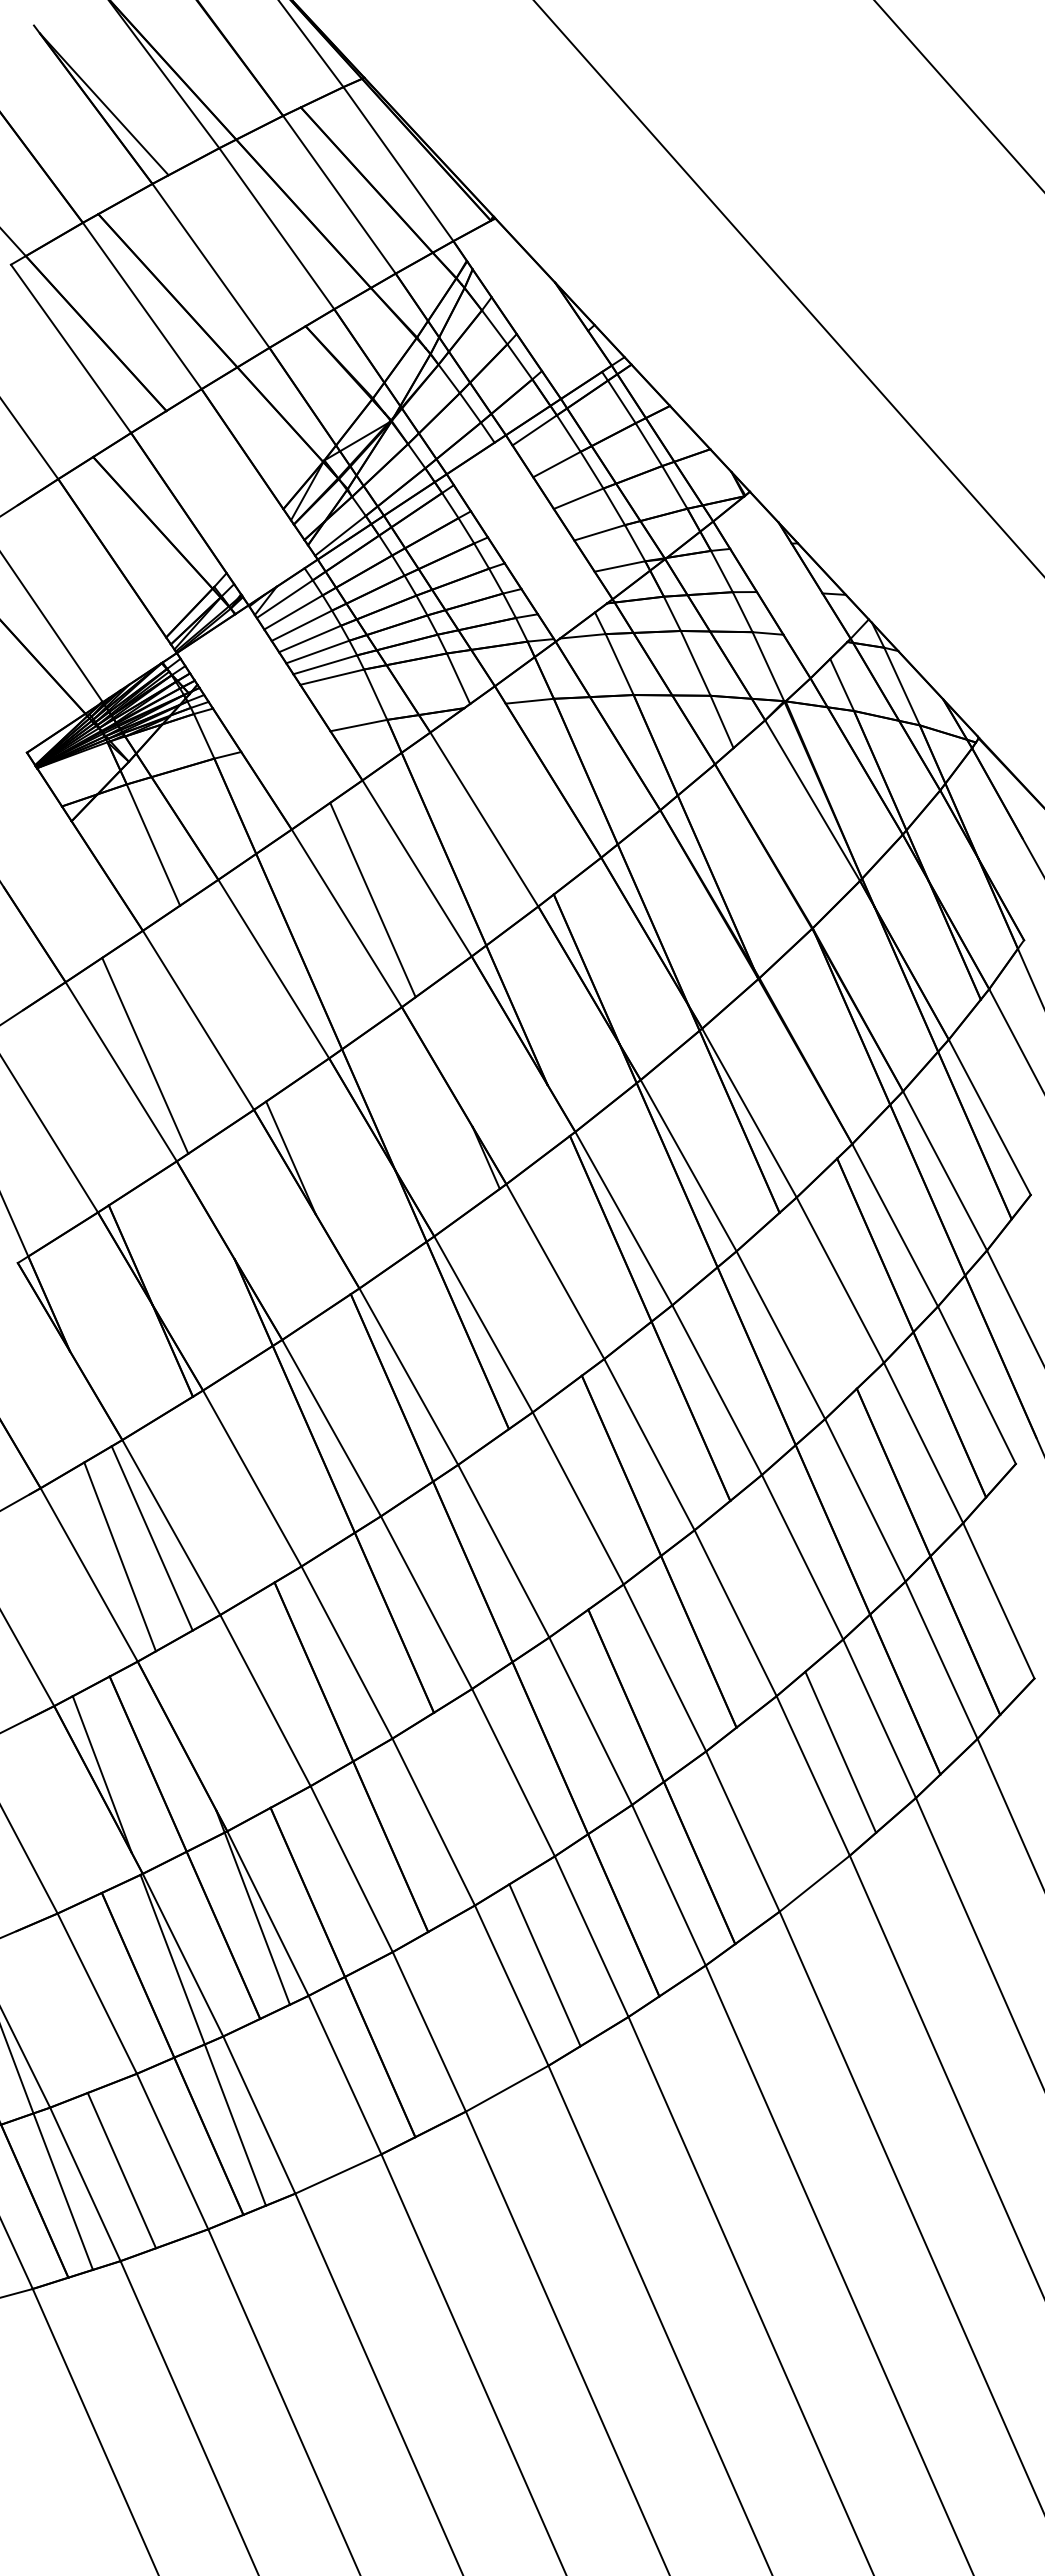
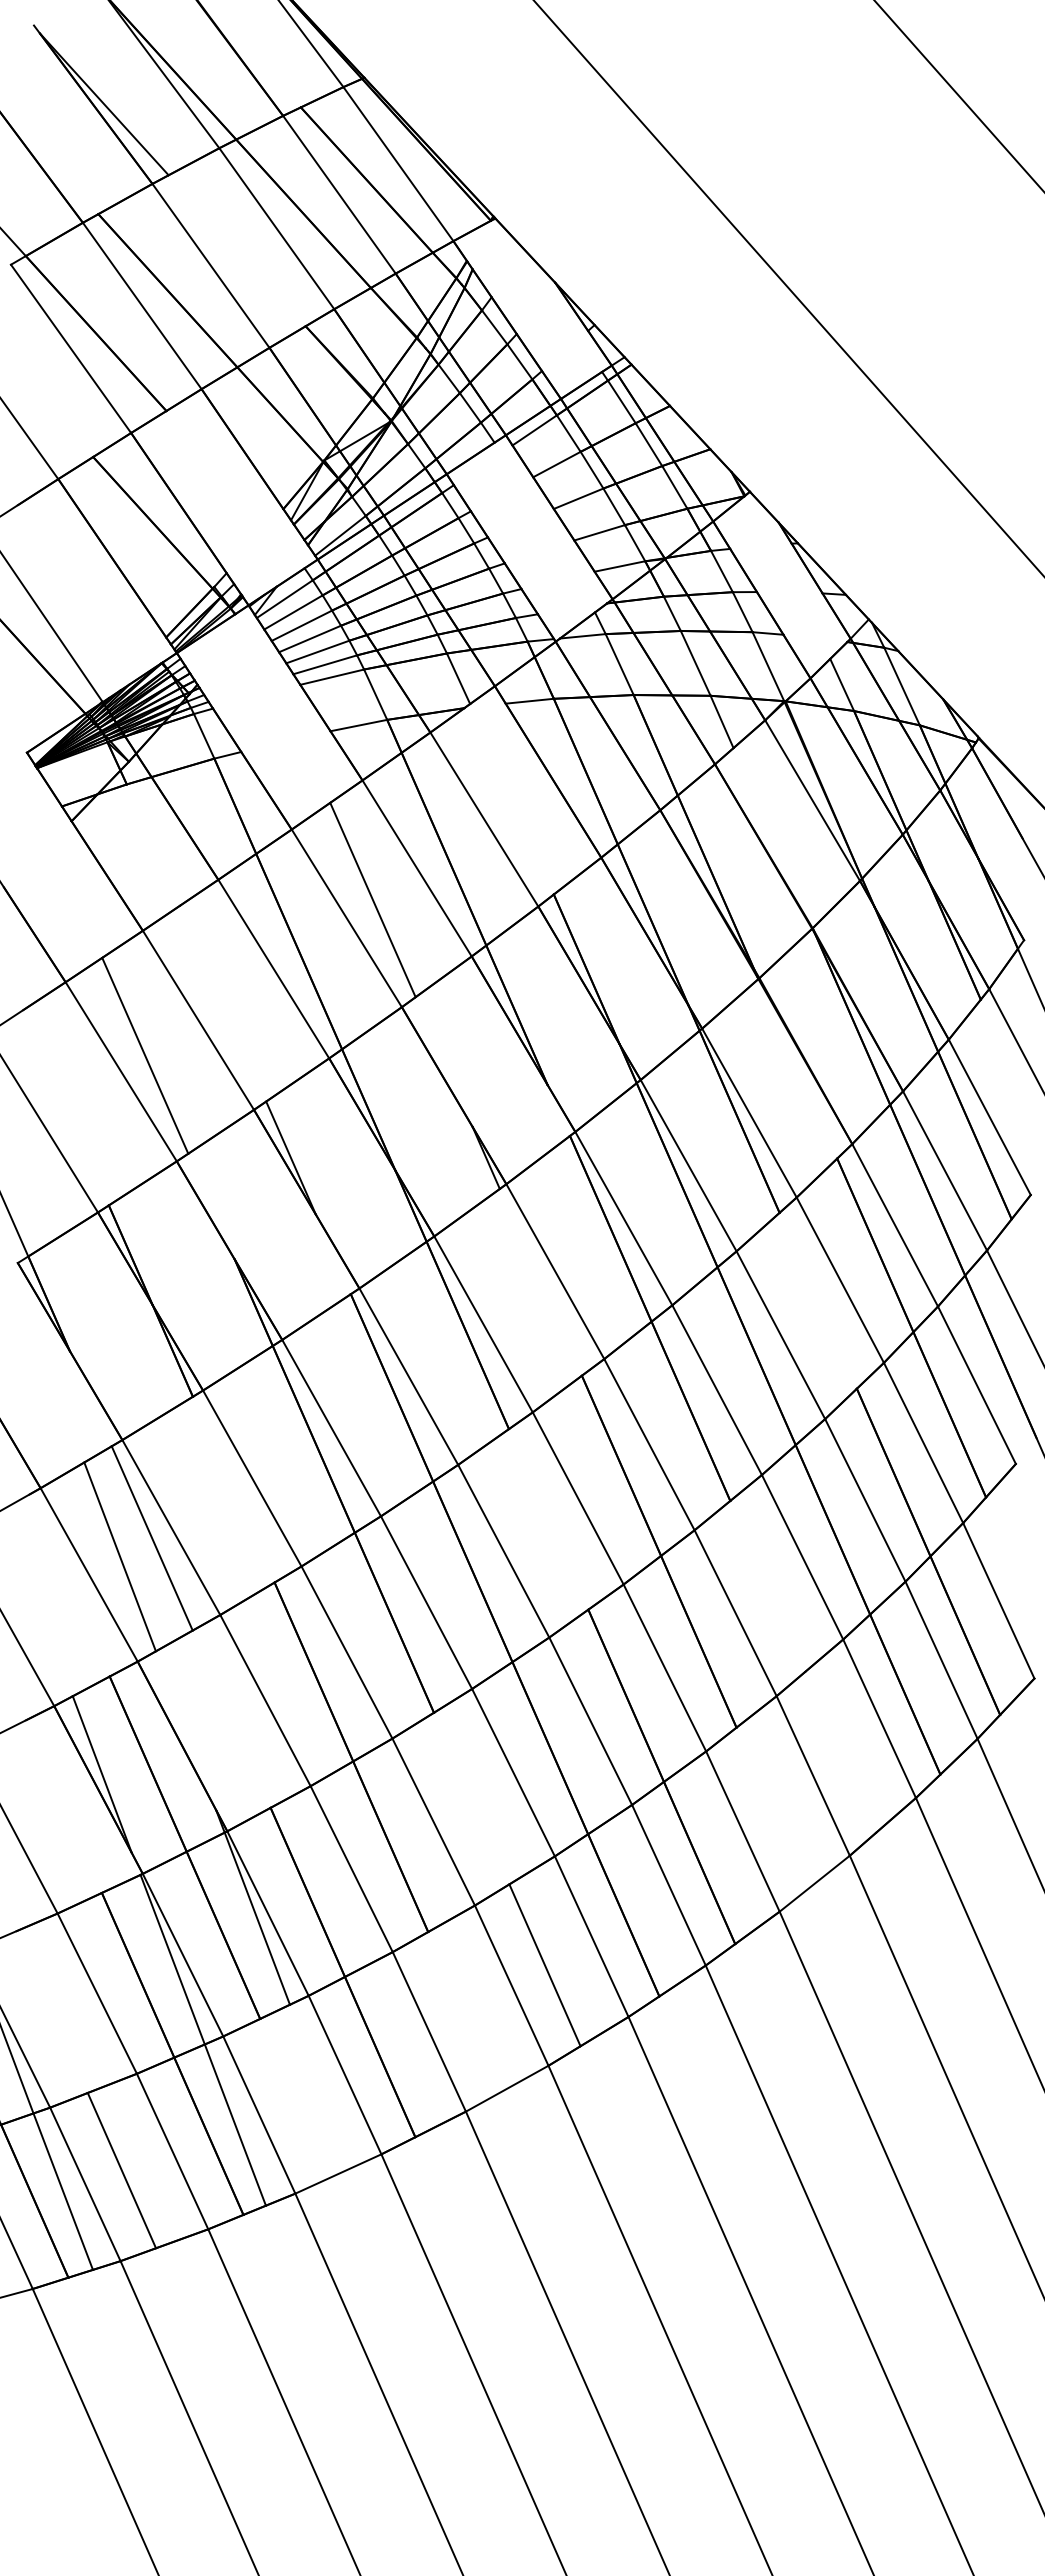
line at (153, 844): present -> none
line at (840, 1751): present -> none
